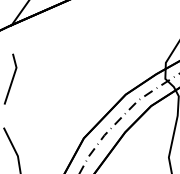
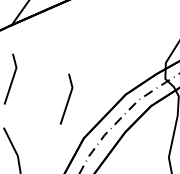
line at (67, 99): none -> present
